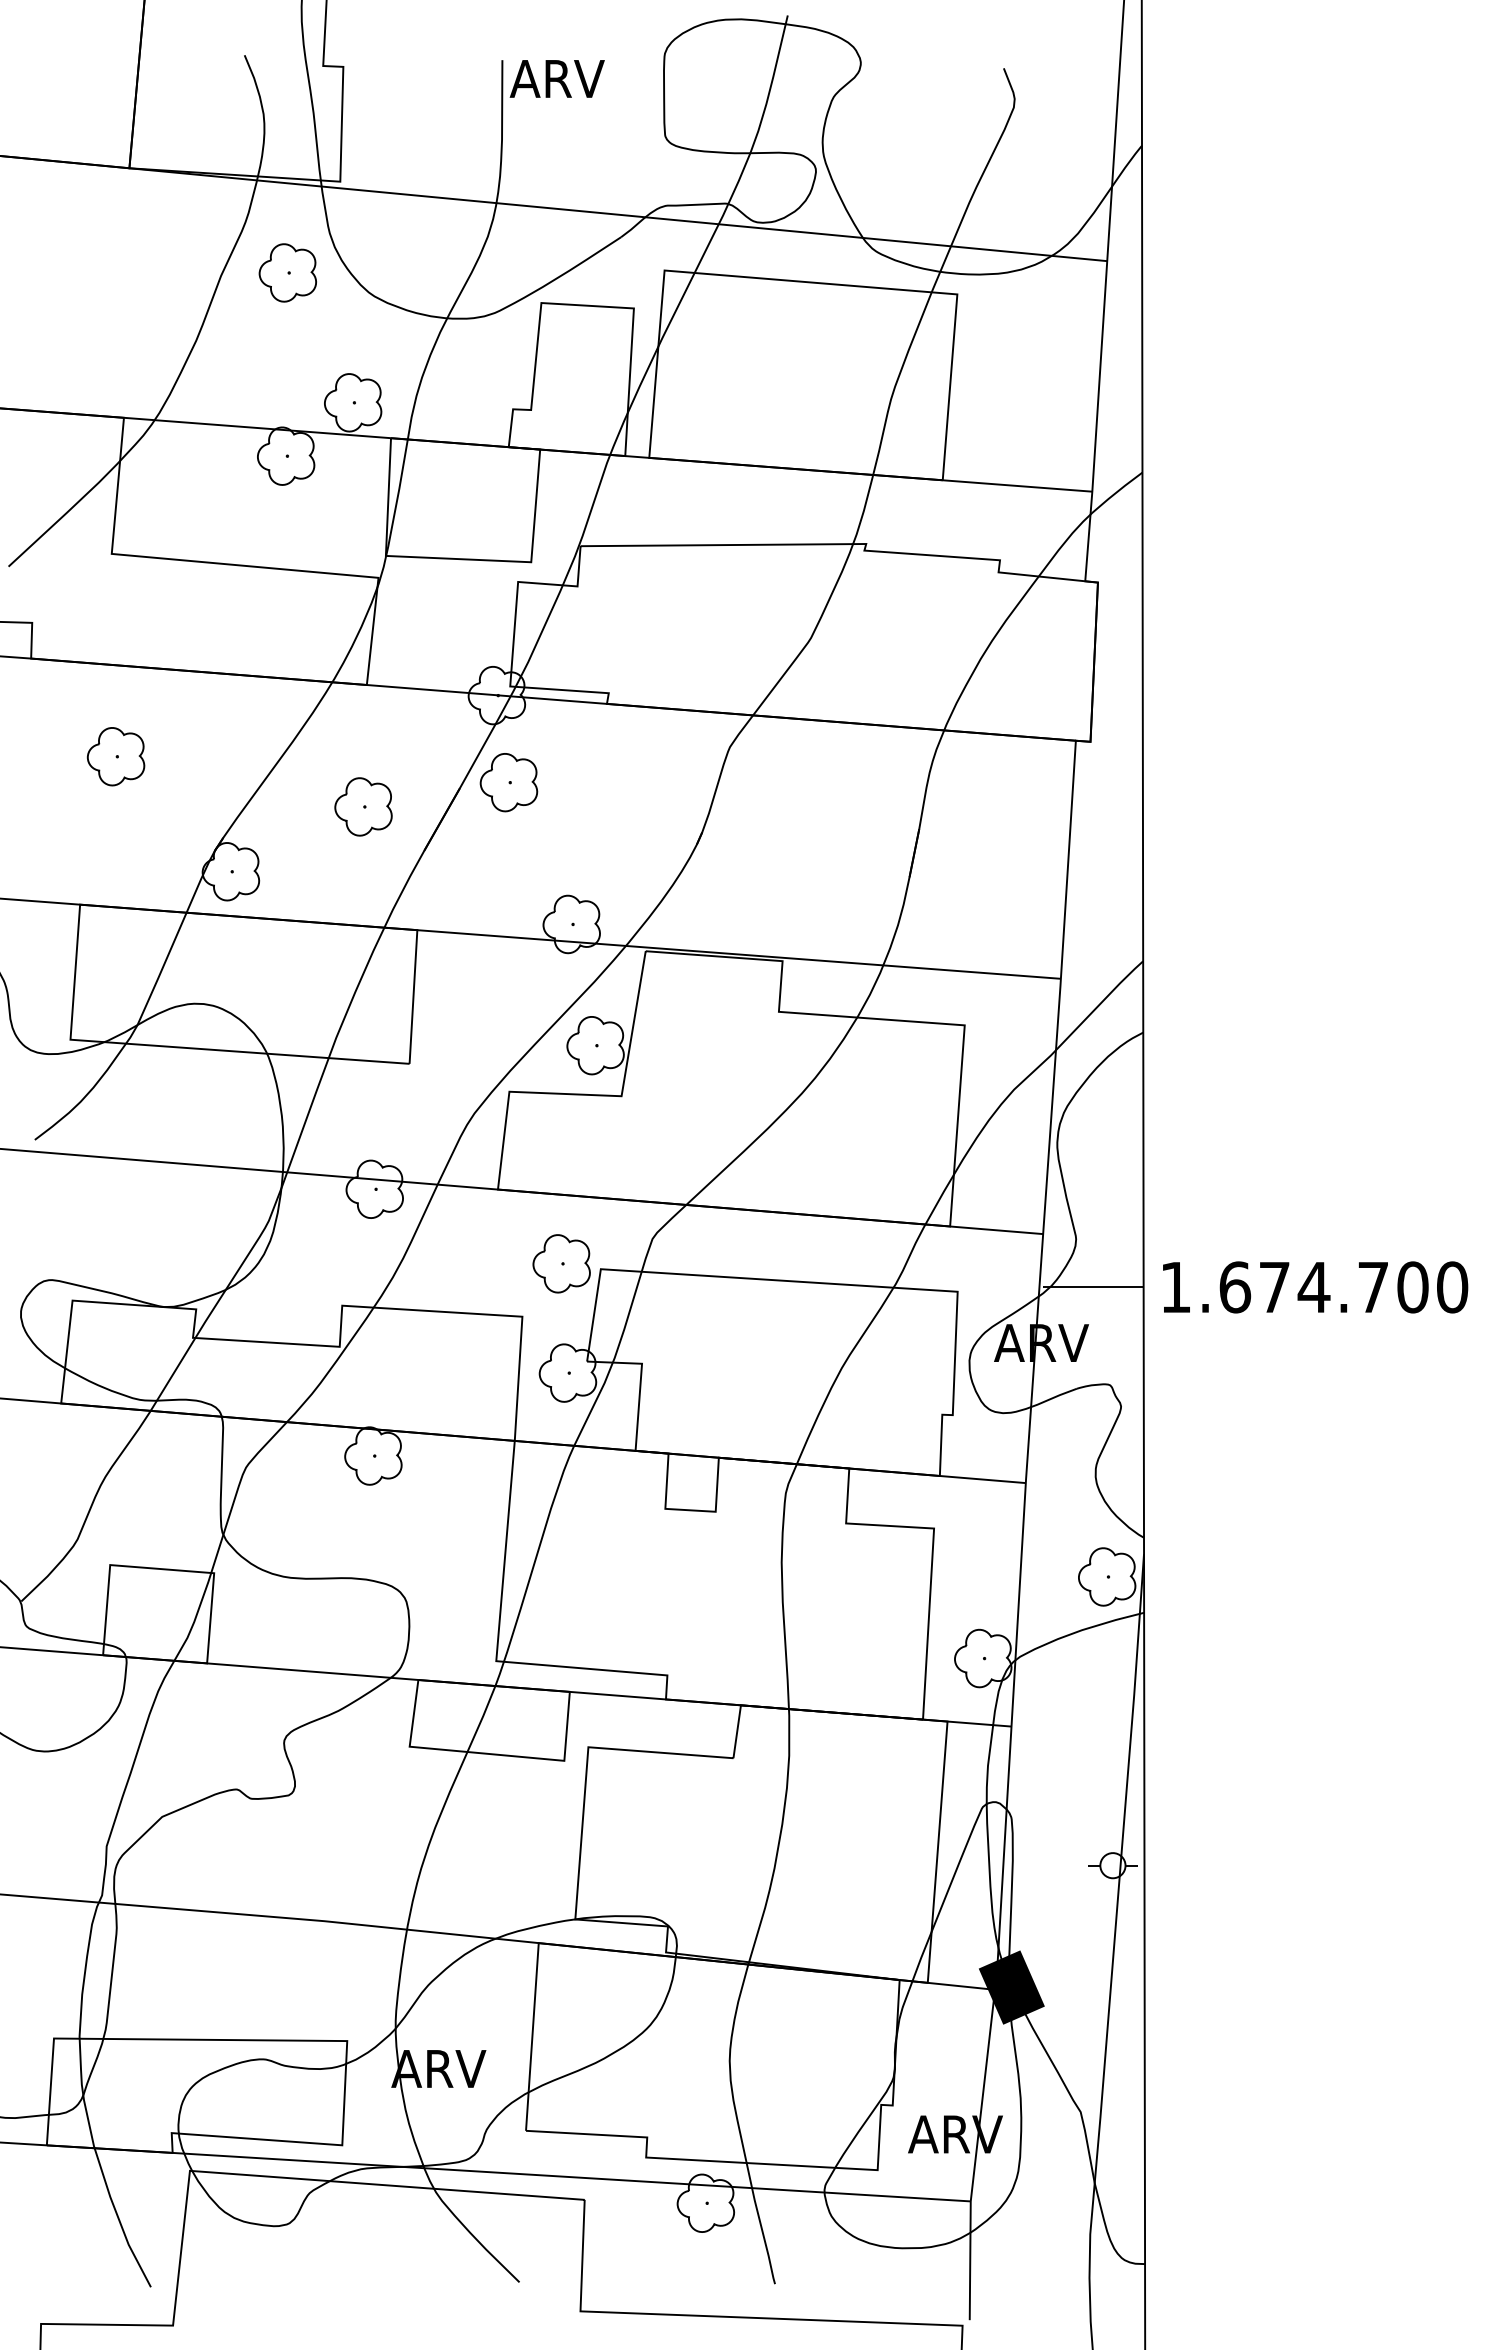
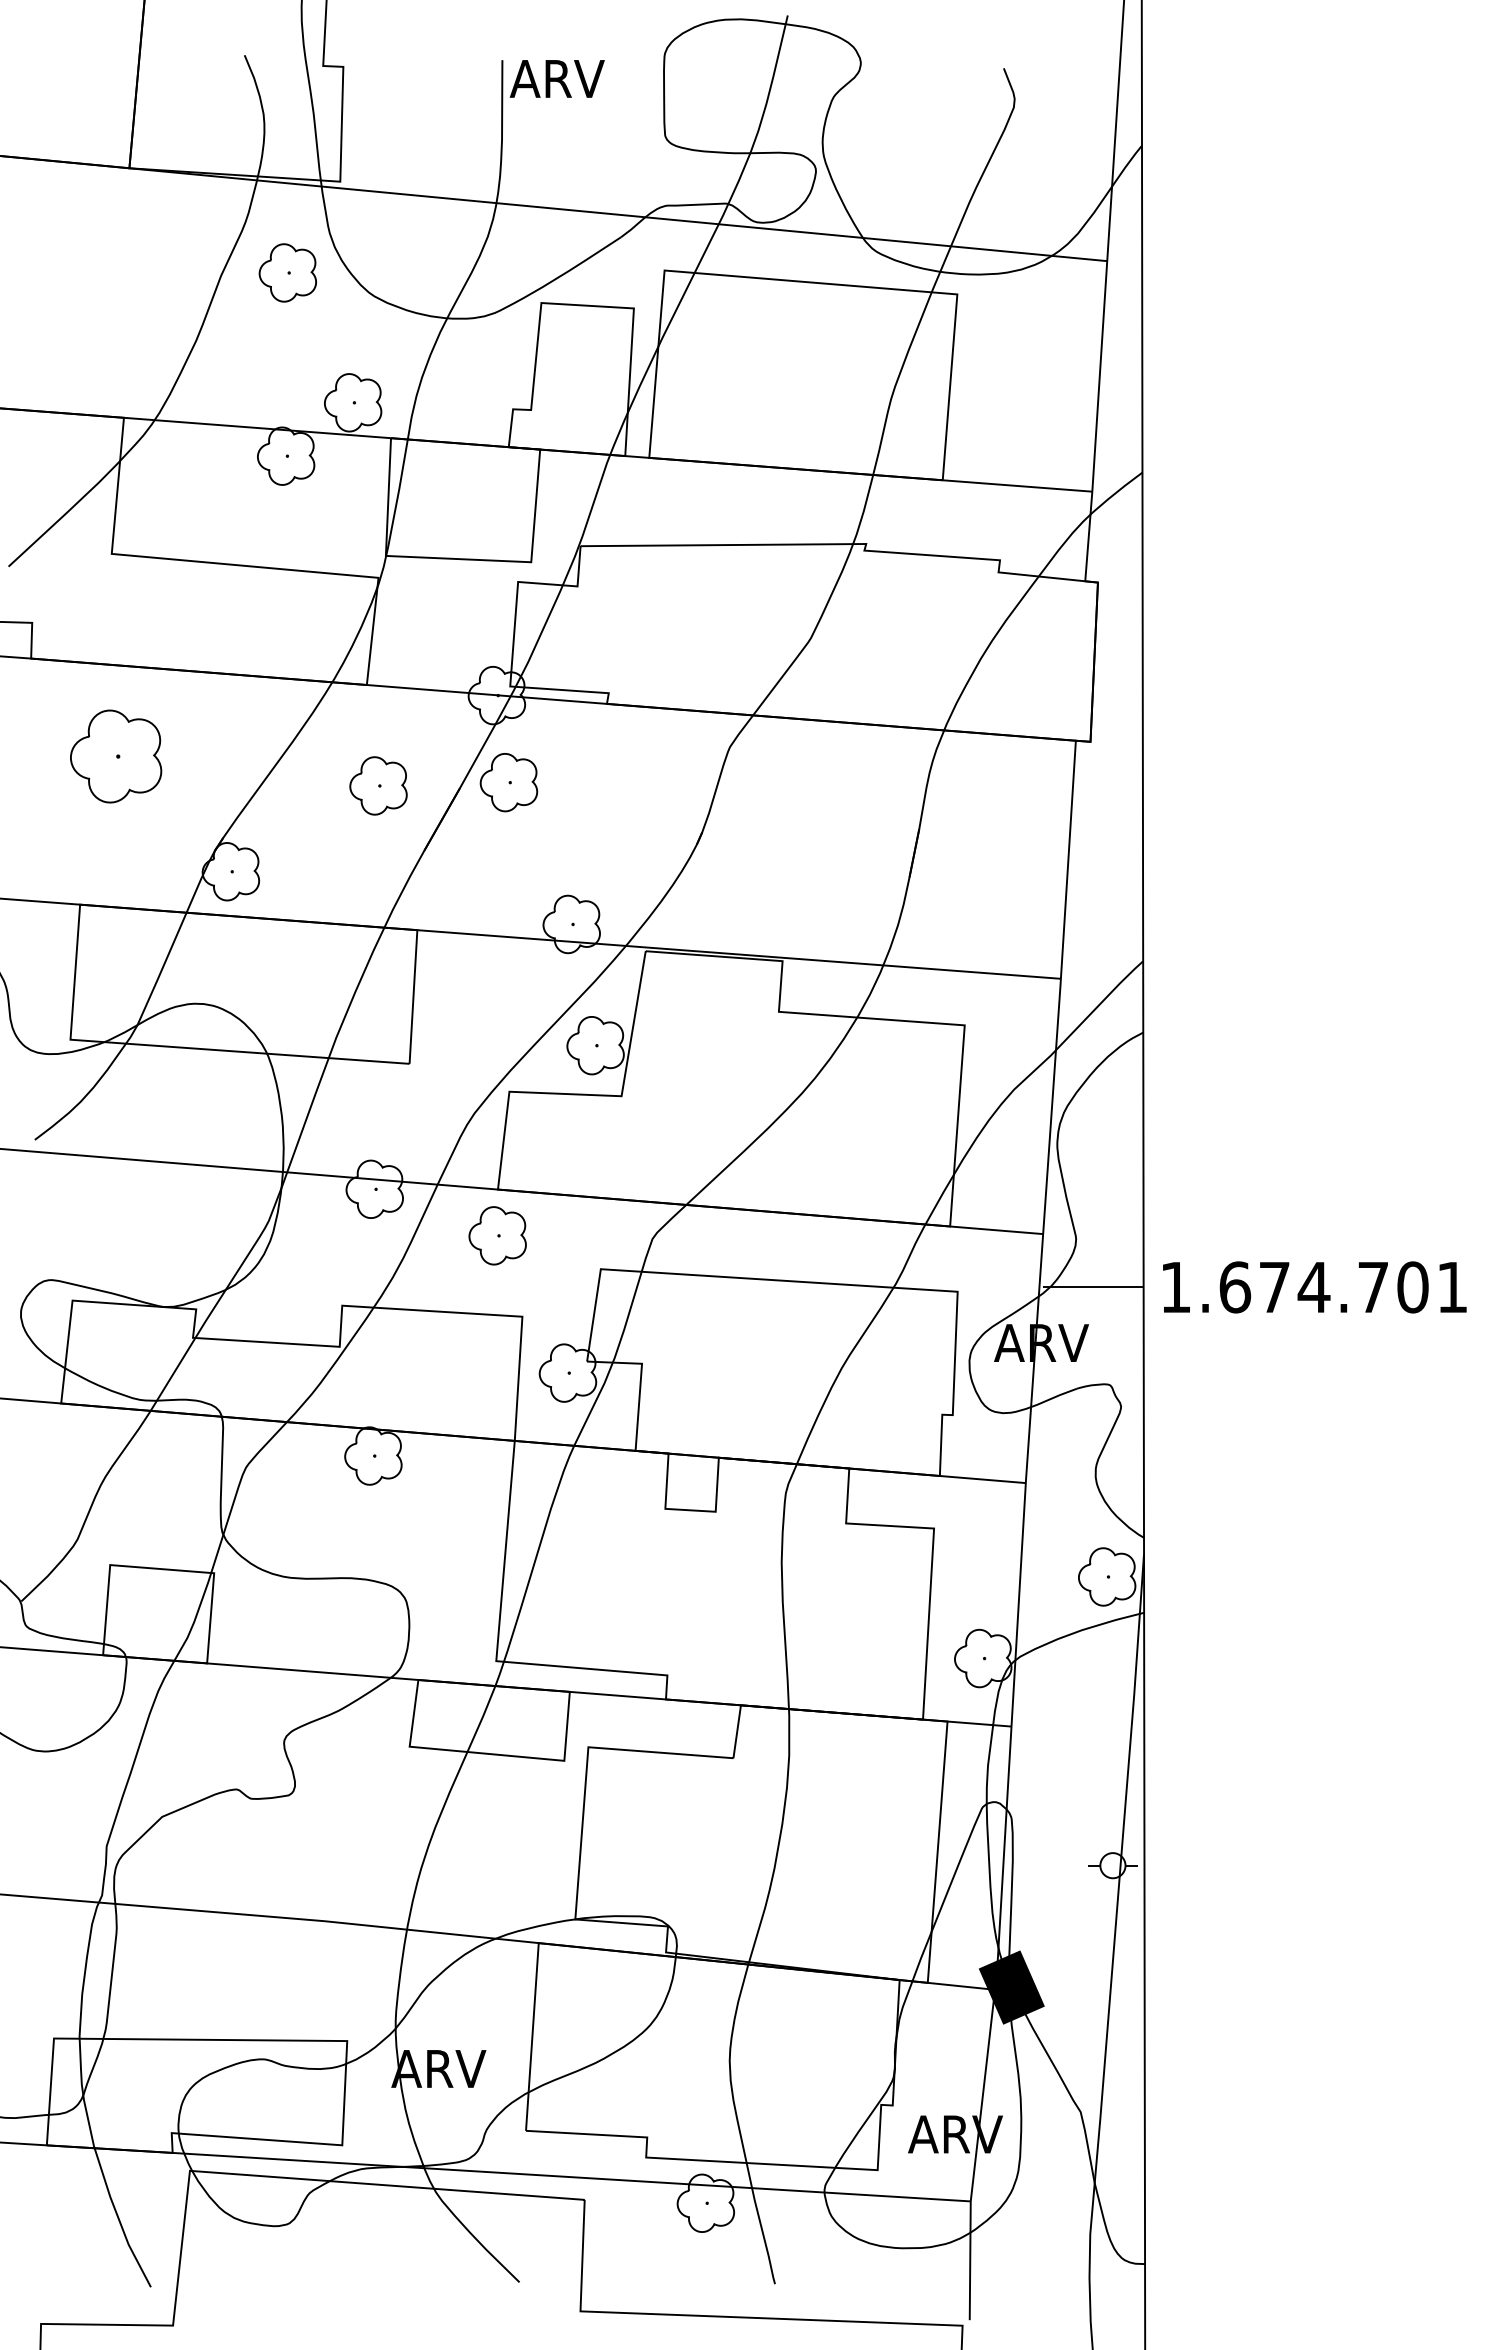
part at (115, 756) size: 60x60 px -> 93x95 px
part at (363, 806) position: (363, 806) -> (378, 785)
part at (561, 1263) position: (561, 1263) -> (497, 1235)
text at (1452, 1287): 1.674.700 -> 1.674.701
